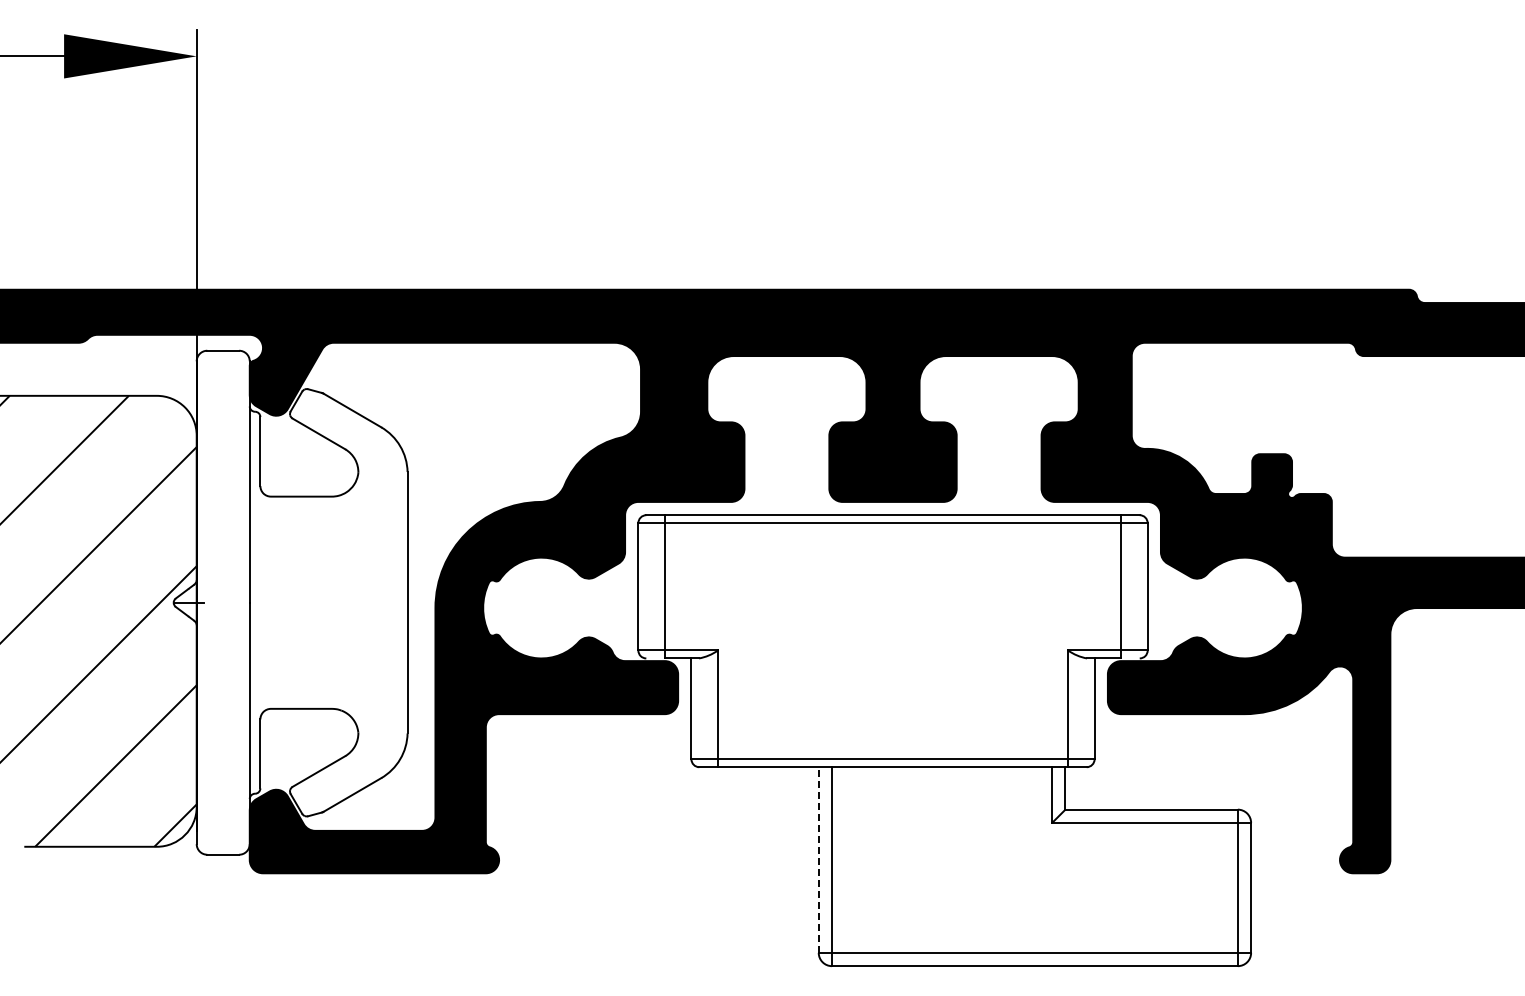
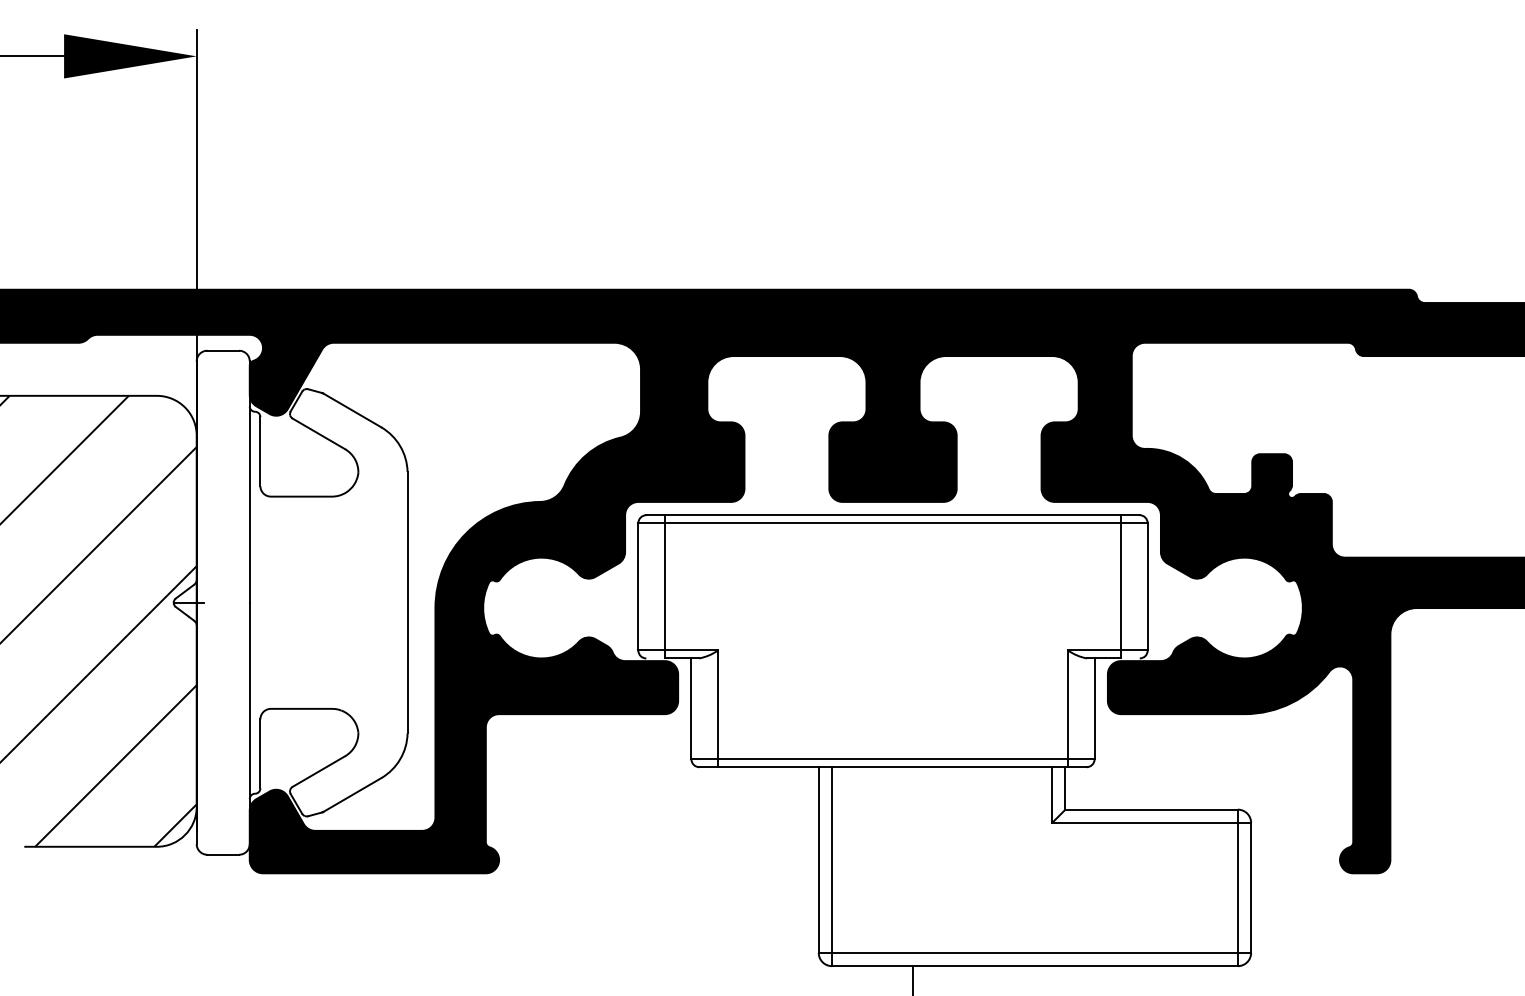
line at (818, 860): dashed -> solid
line at (912, 979): none -> present
